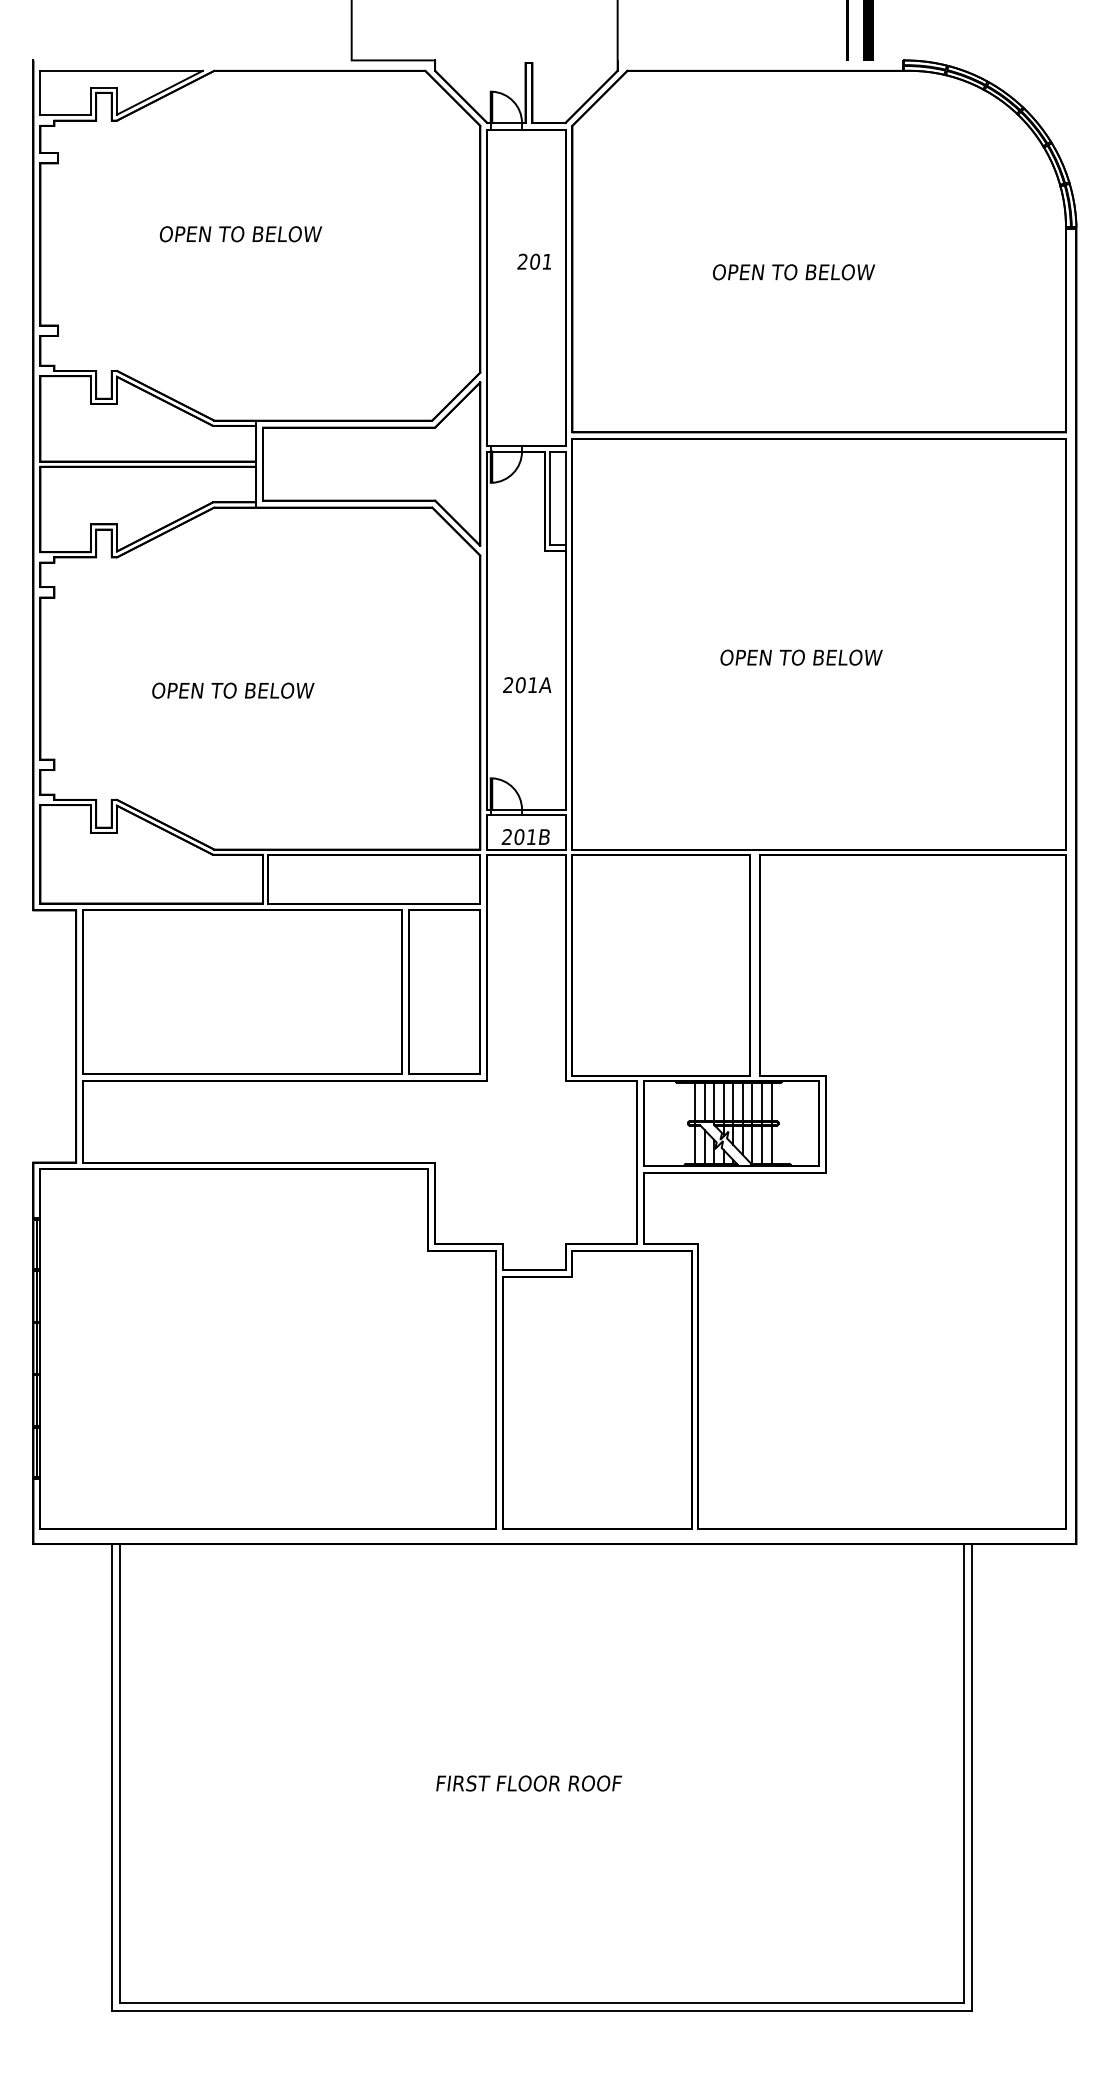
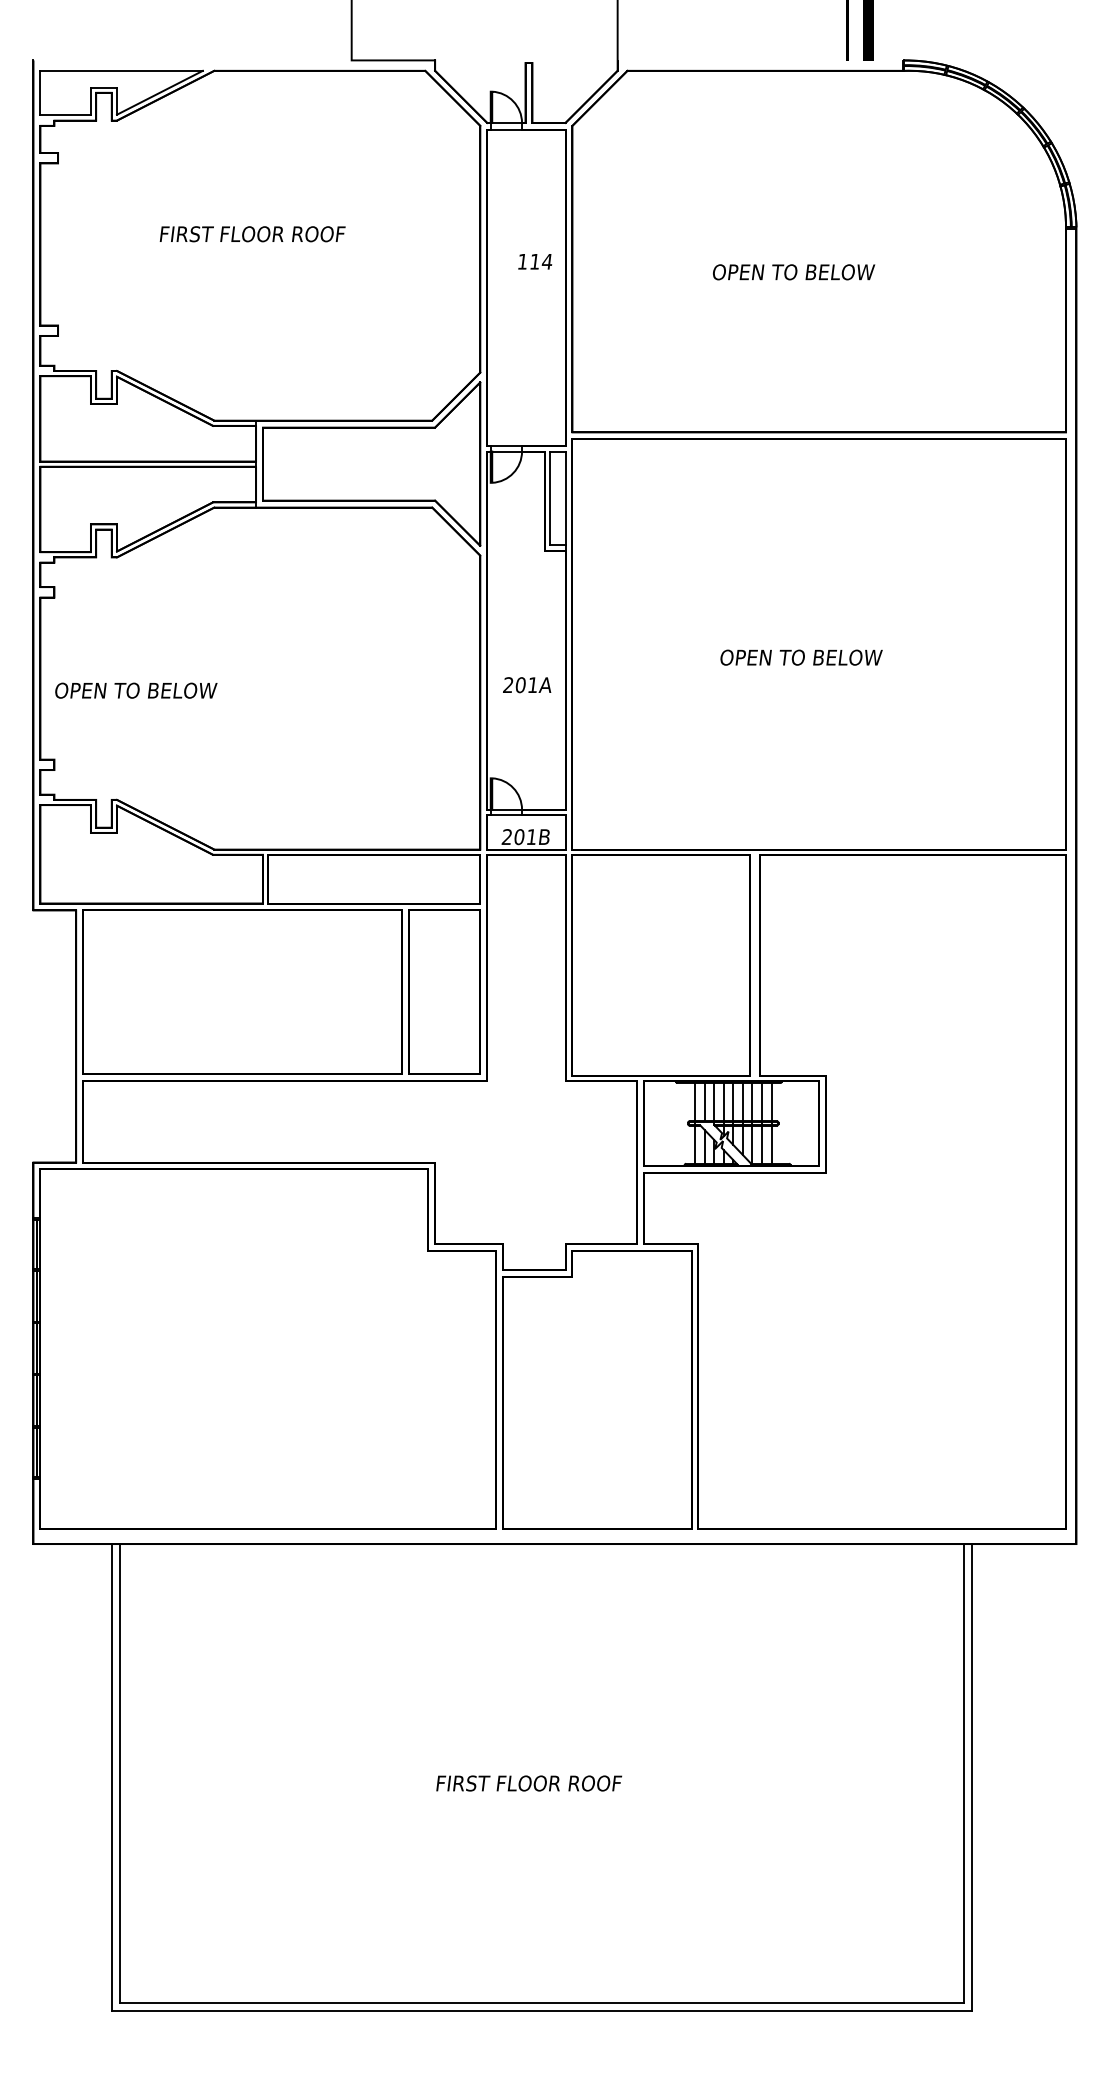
text at (252, 234): OPEN TO BELOW -> FIRST FLOOR ROOF
text at (534, 261): 201 -> 114
text at (233, 690) position: (233, 690) -> (136, 690)
